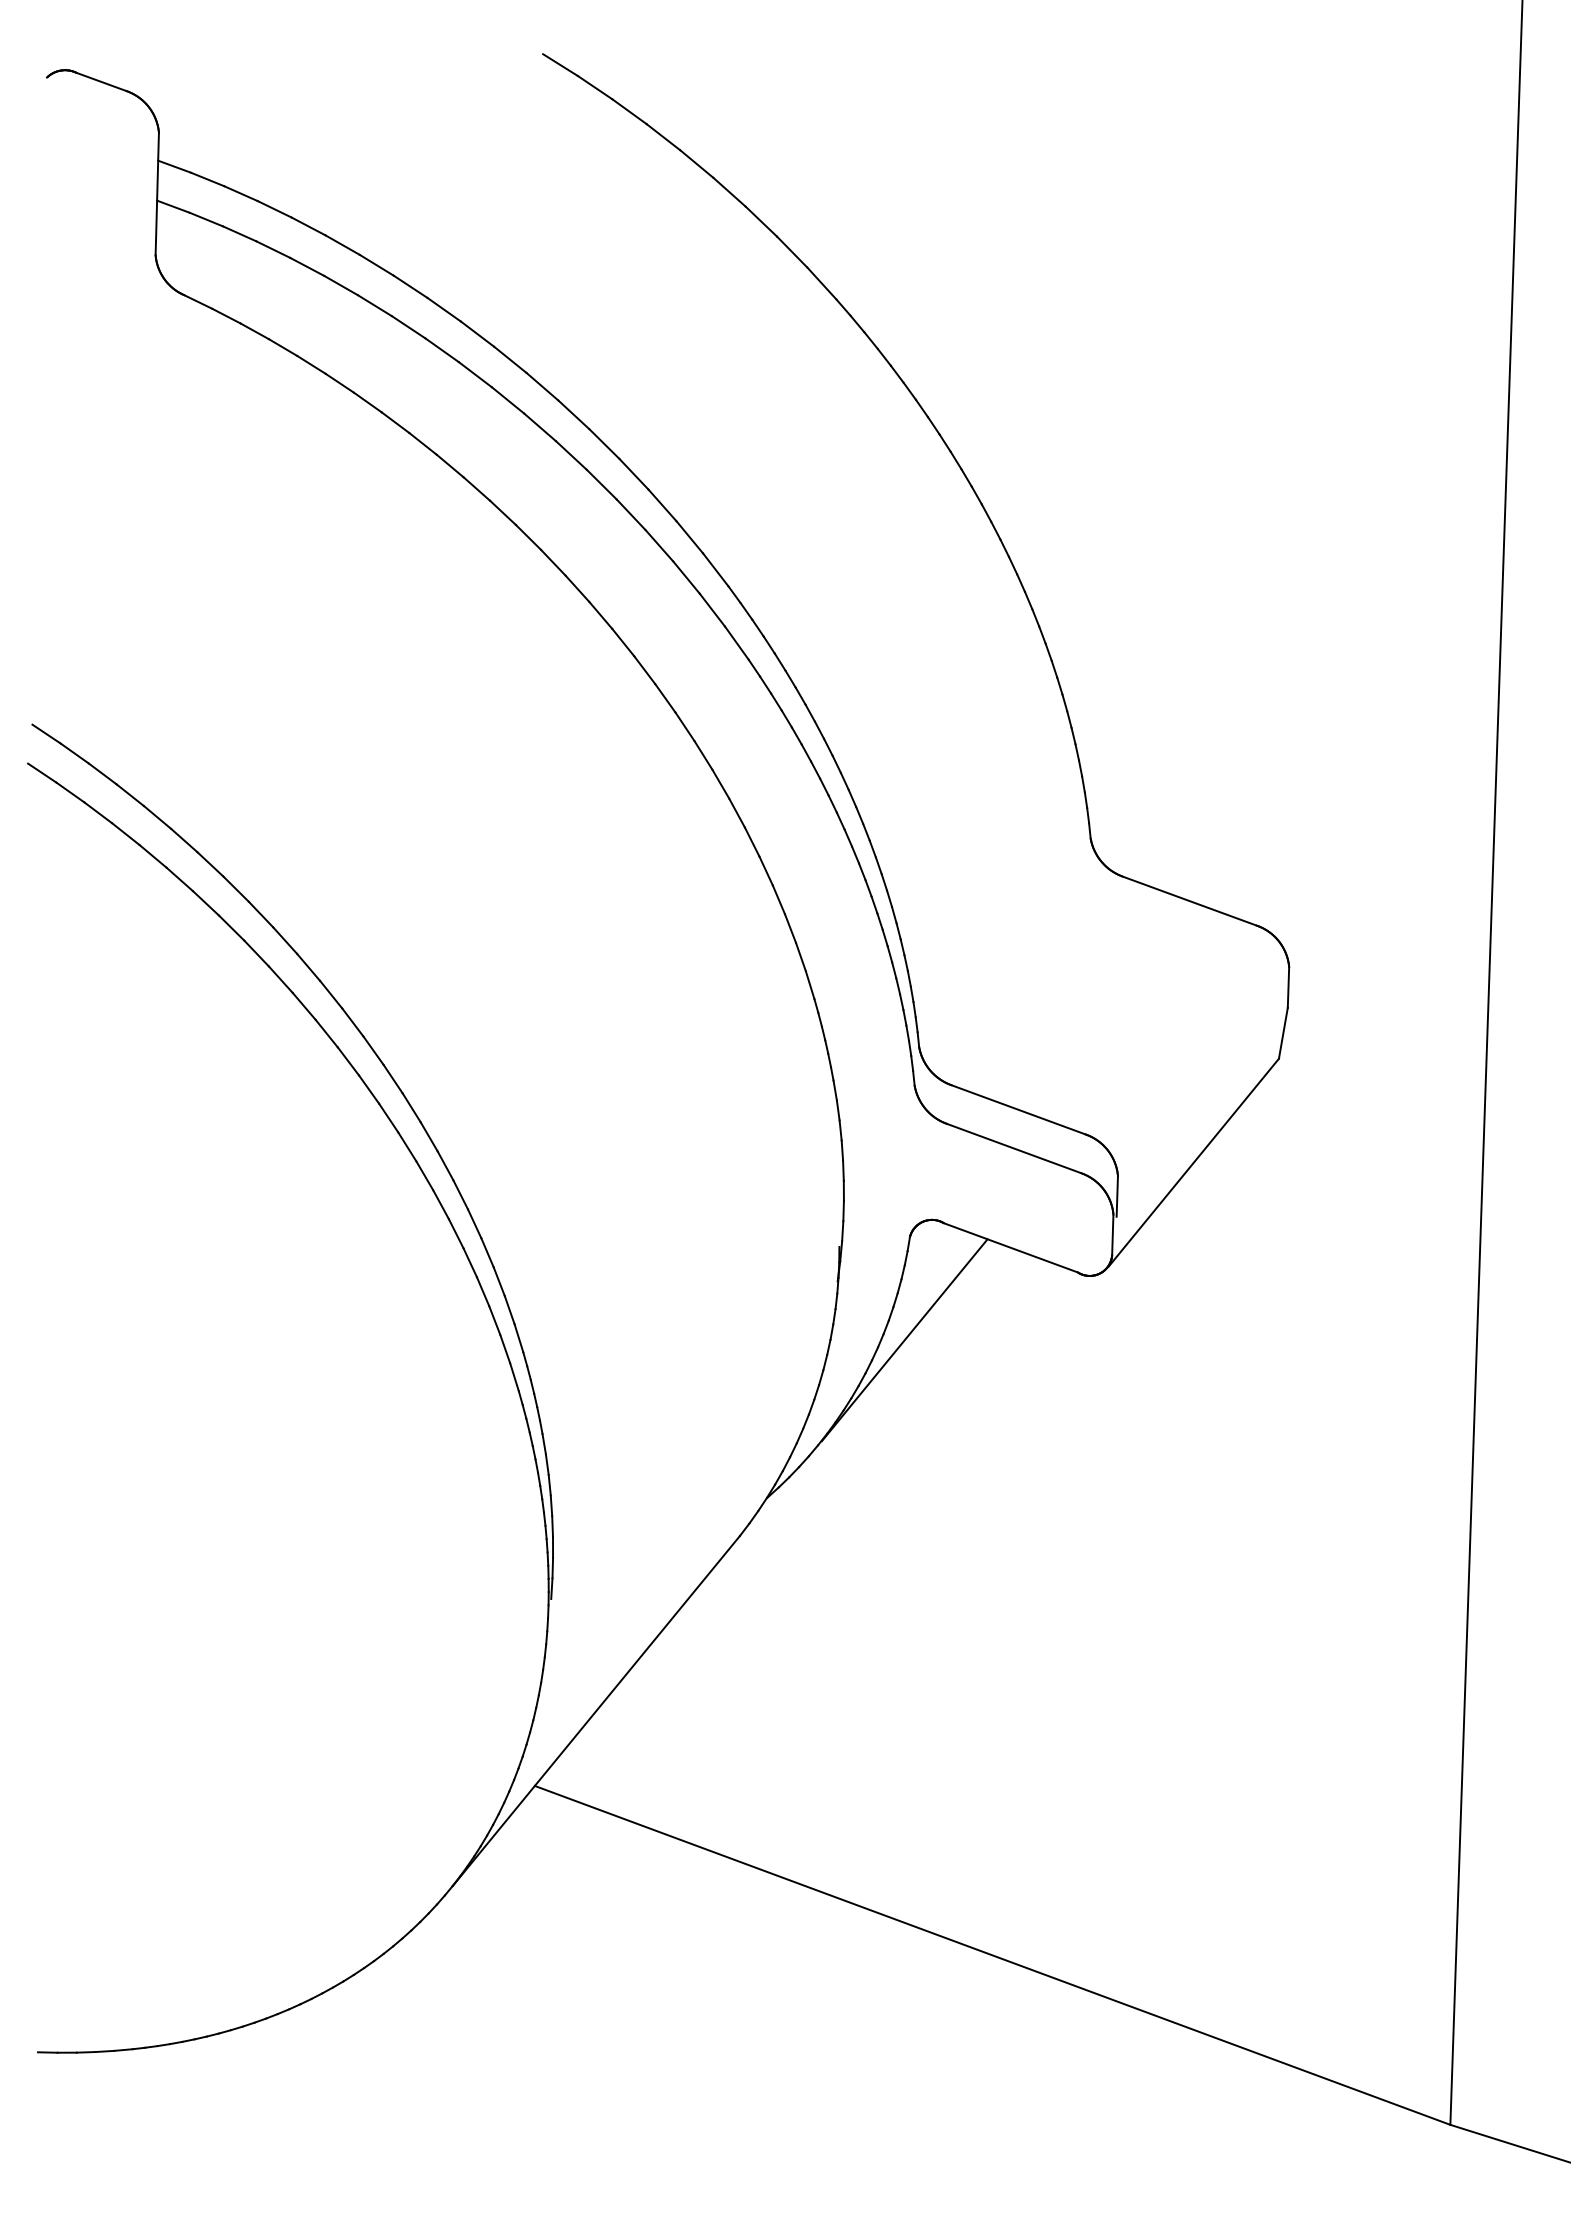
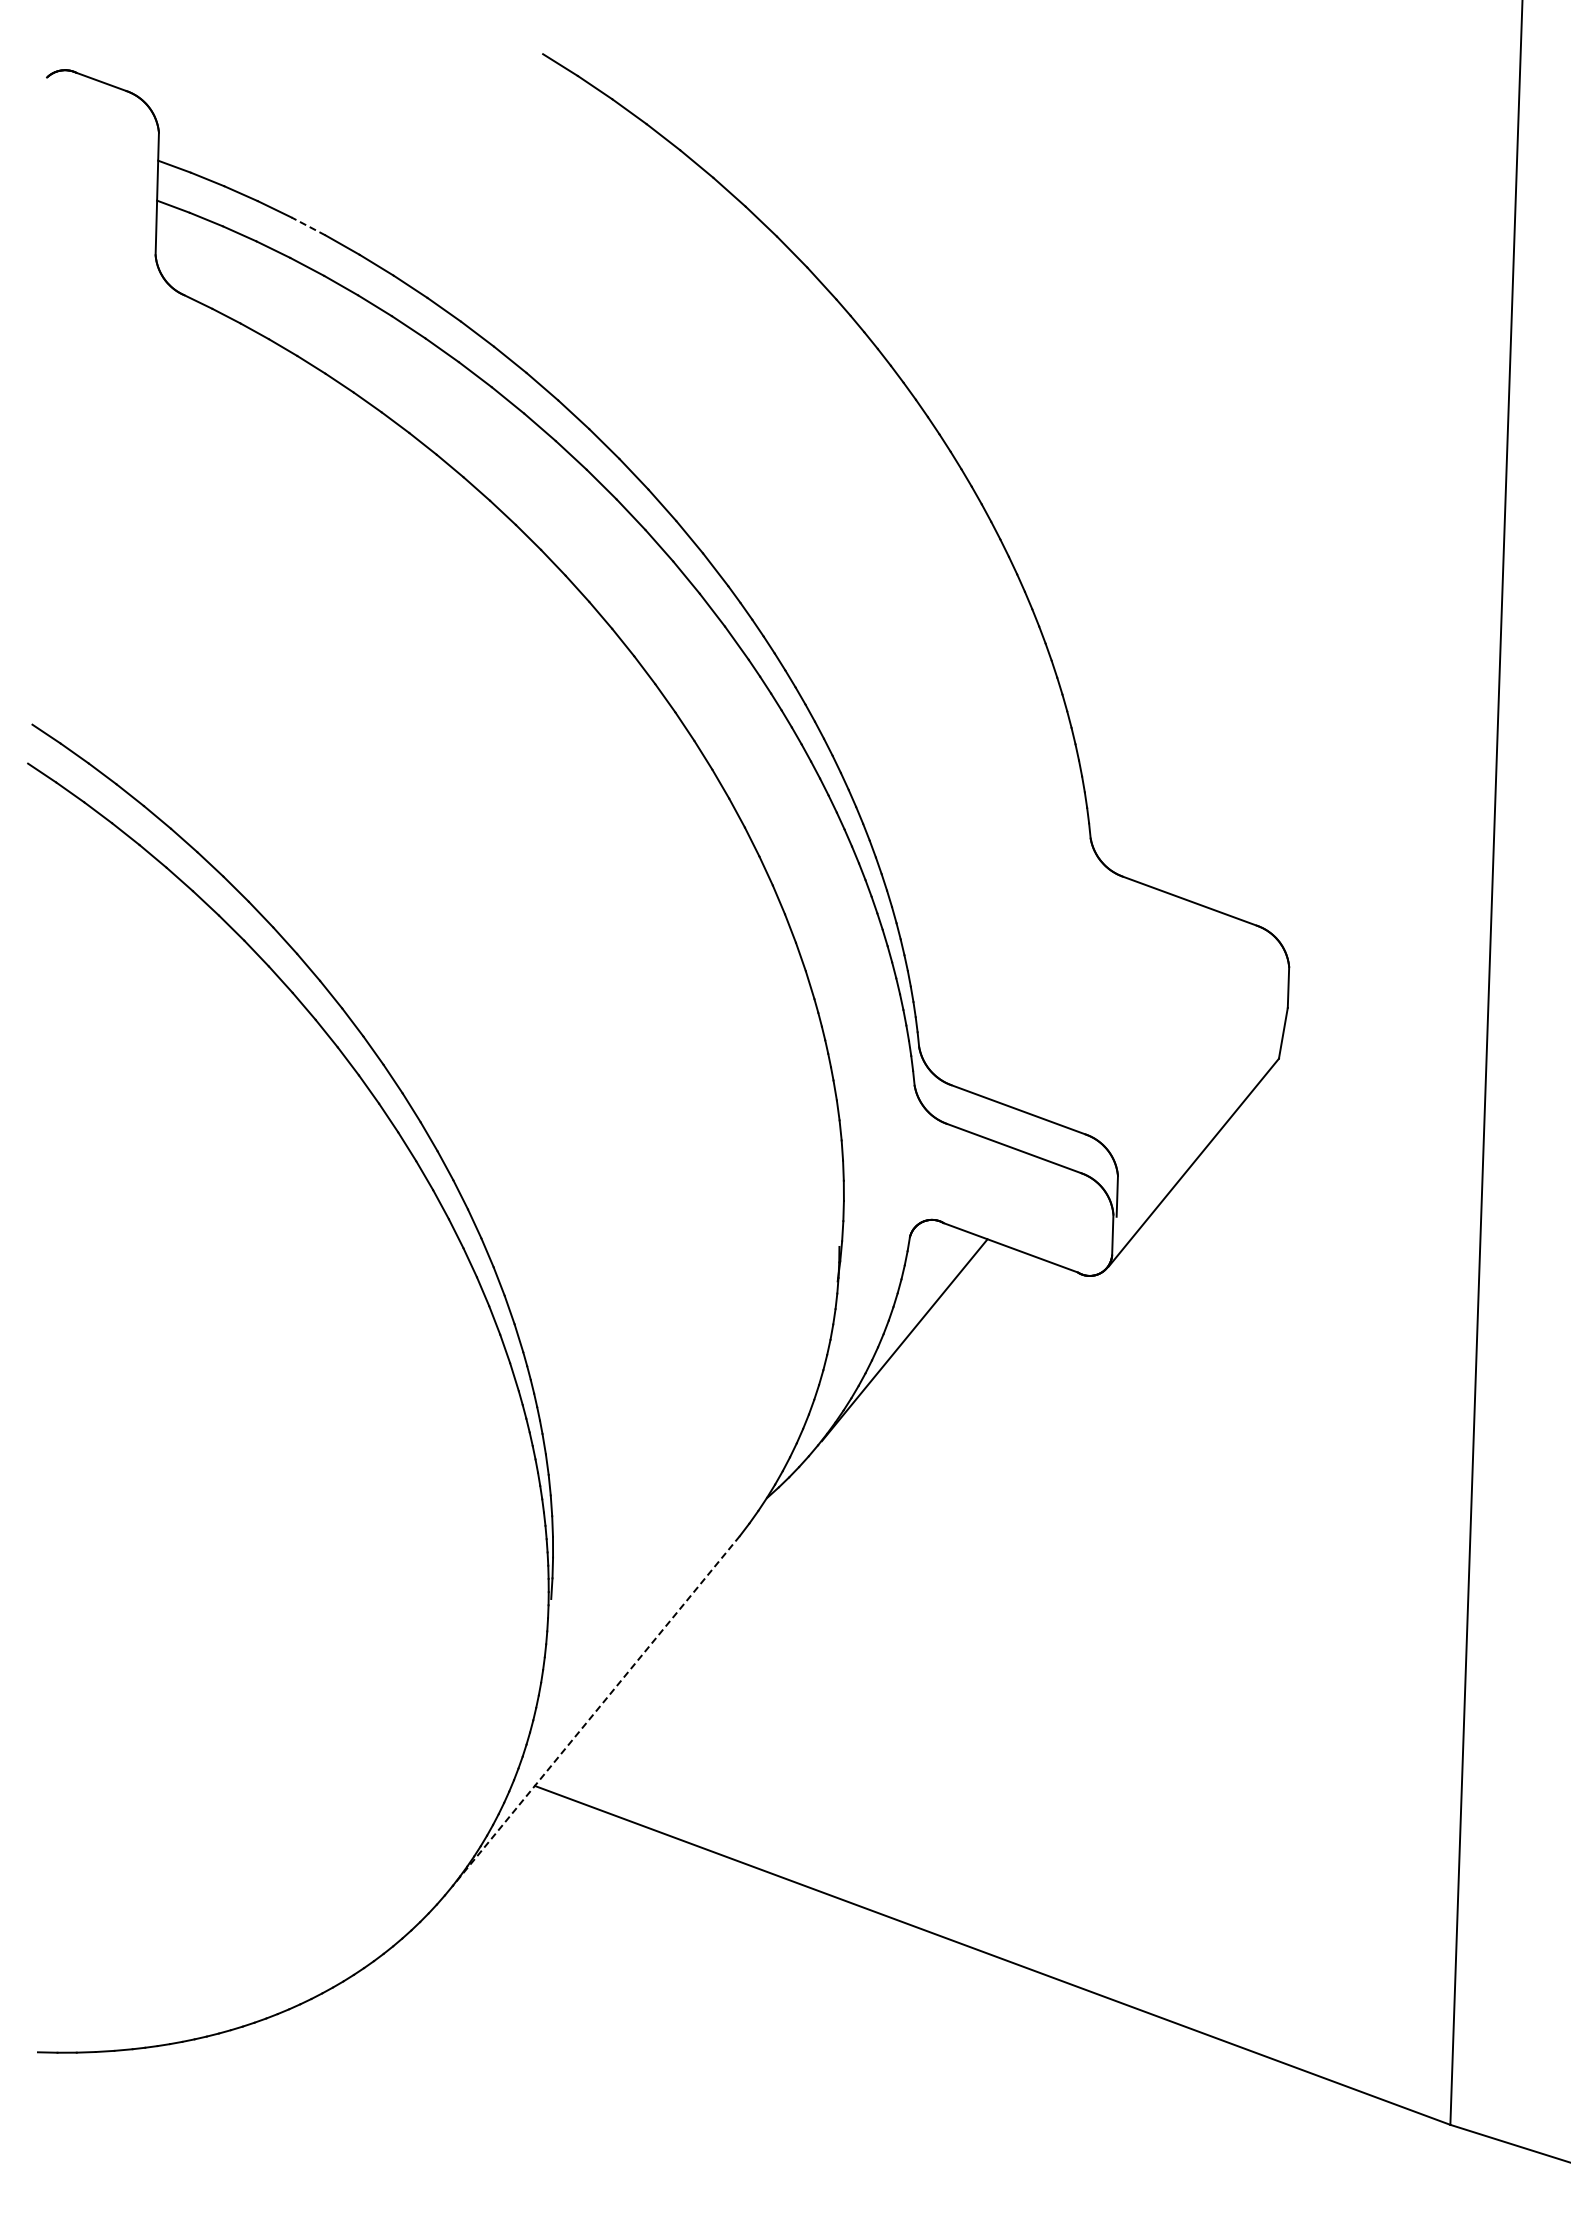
line at (308, 226): solid -> dashed
line at (596, 1711): solid -> dashed
